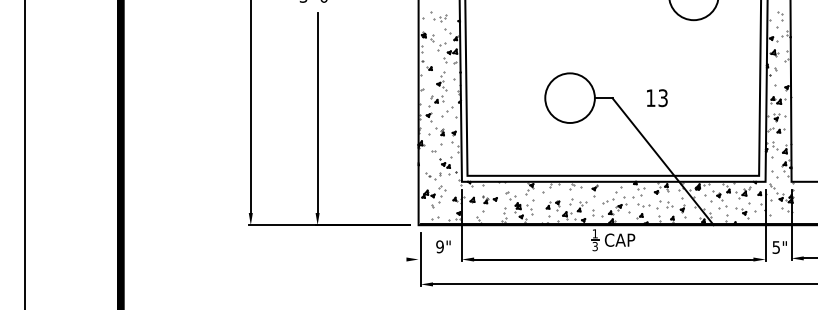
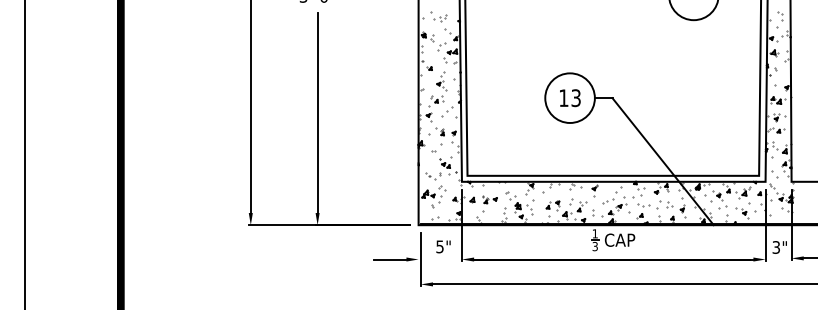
text at (657, 98) position: (657, 98) -> (570, 98)
text at (439, 246): 9" -> 5"
text at (776, 247): 5" -> 3"
line at (389, 259): none -> present
